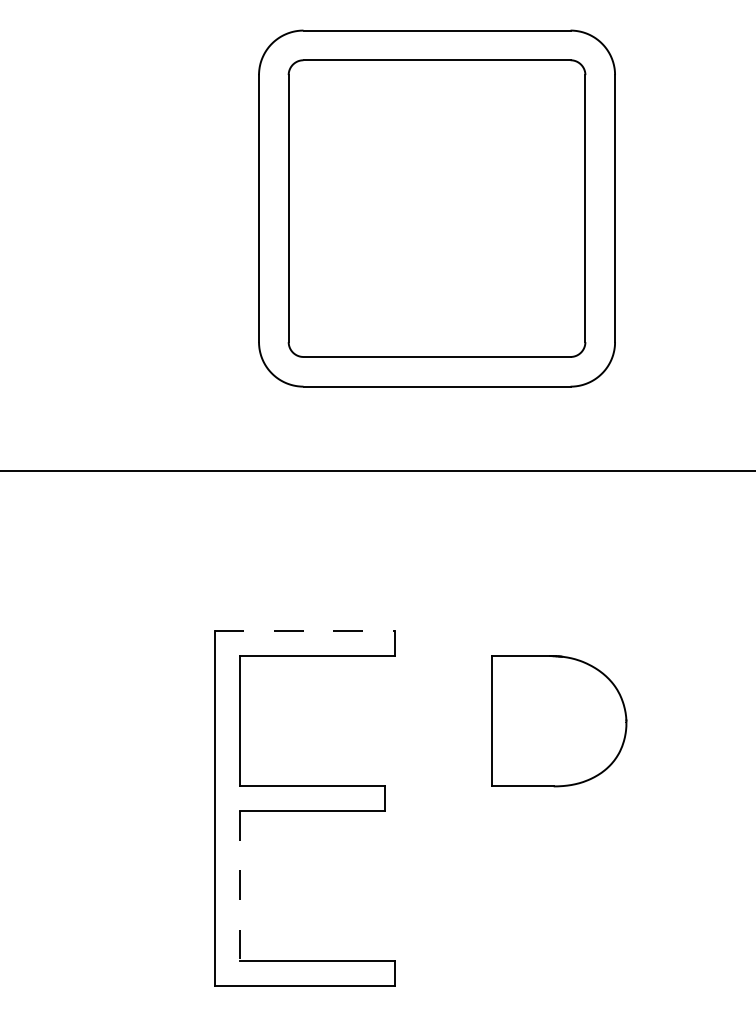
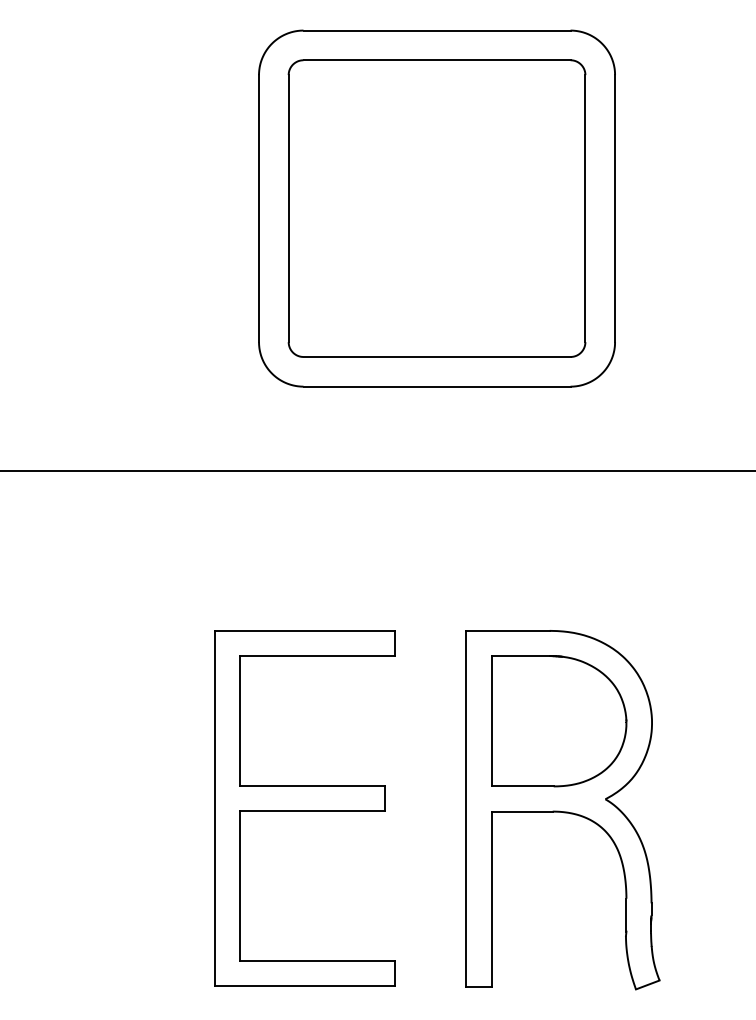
line at (305, 630): dashed -> solid
part at (562, 810): none -> present
line at (239, 886): dashed -> solid
